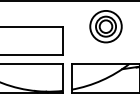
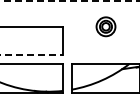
line at (70, 0): solid -> dashed
part at (105, 26) size: 34x34 px -> 22x22 px
line at (32, 55): solid -> dashed
